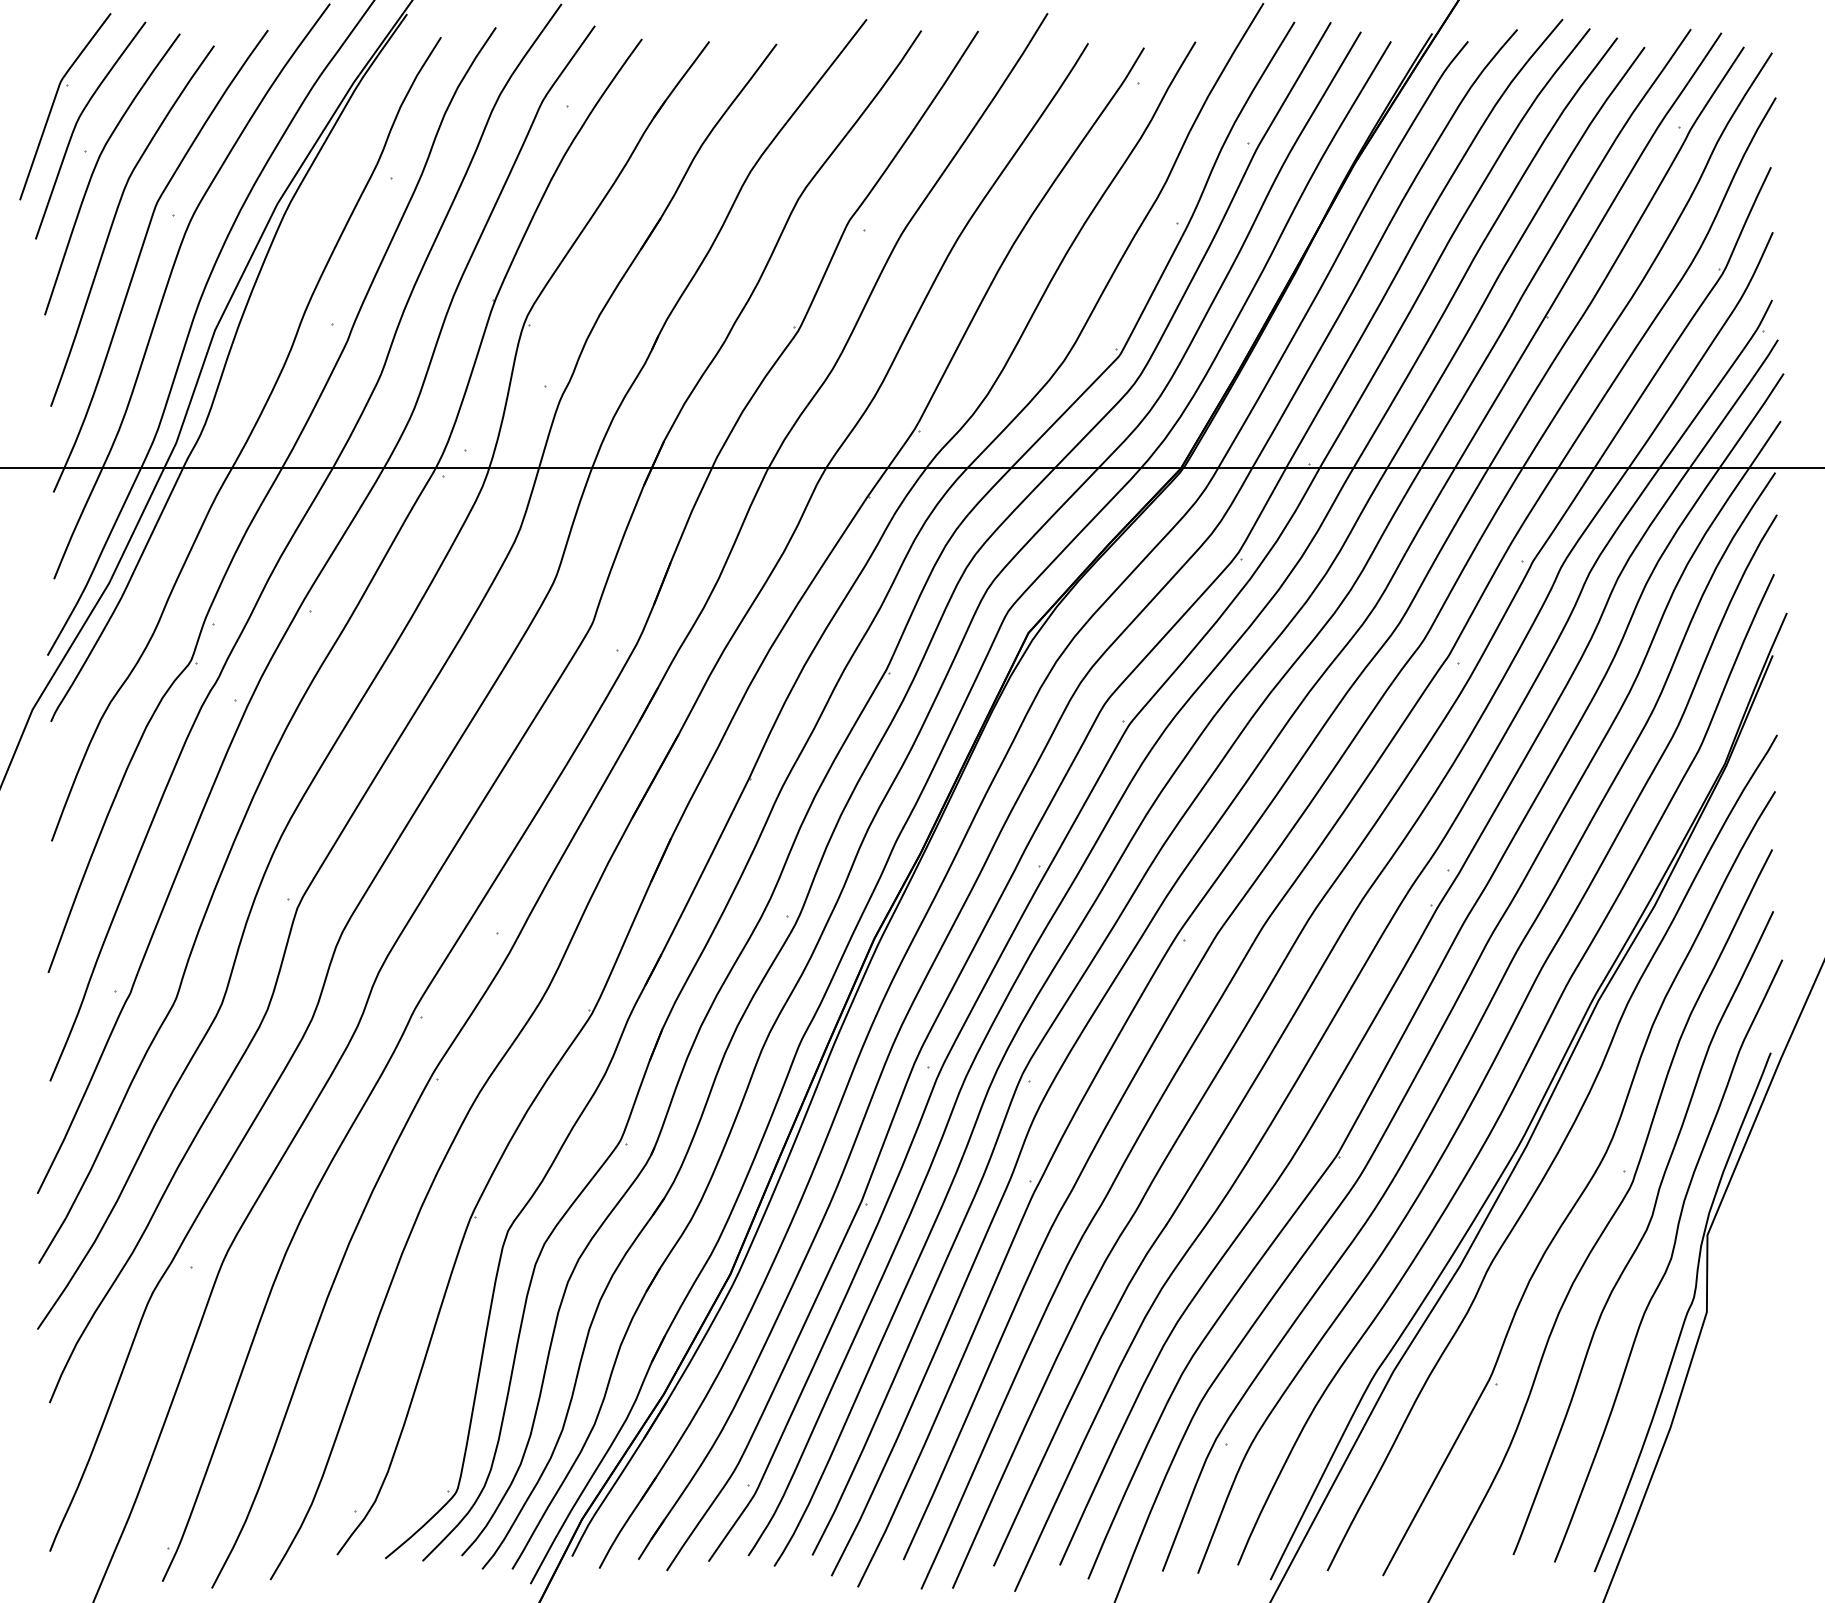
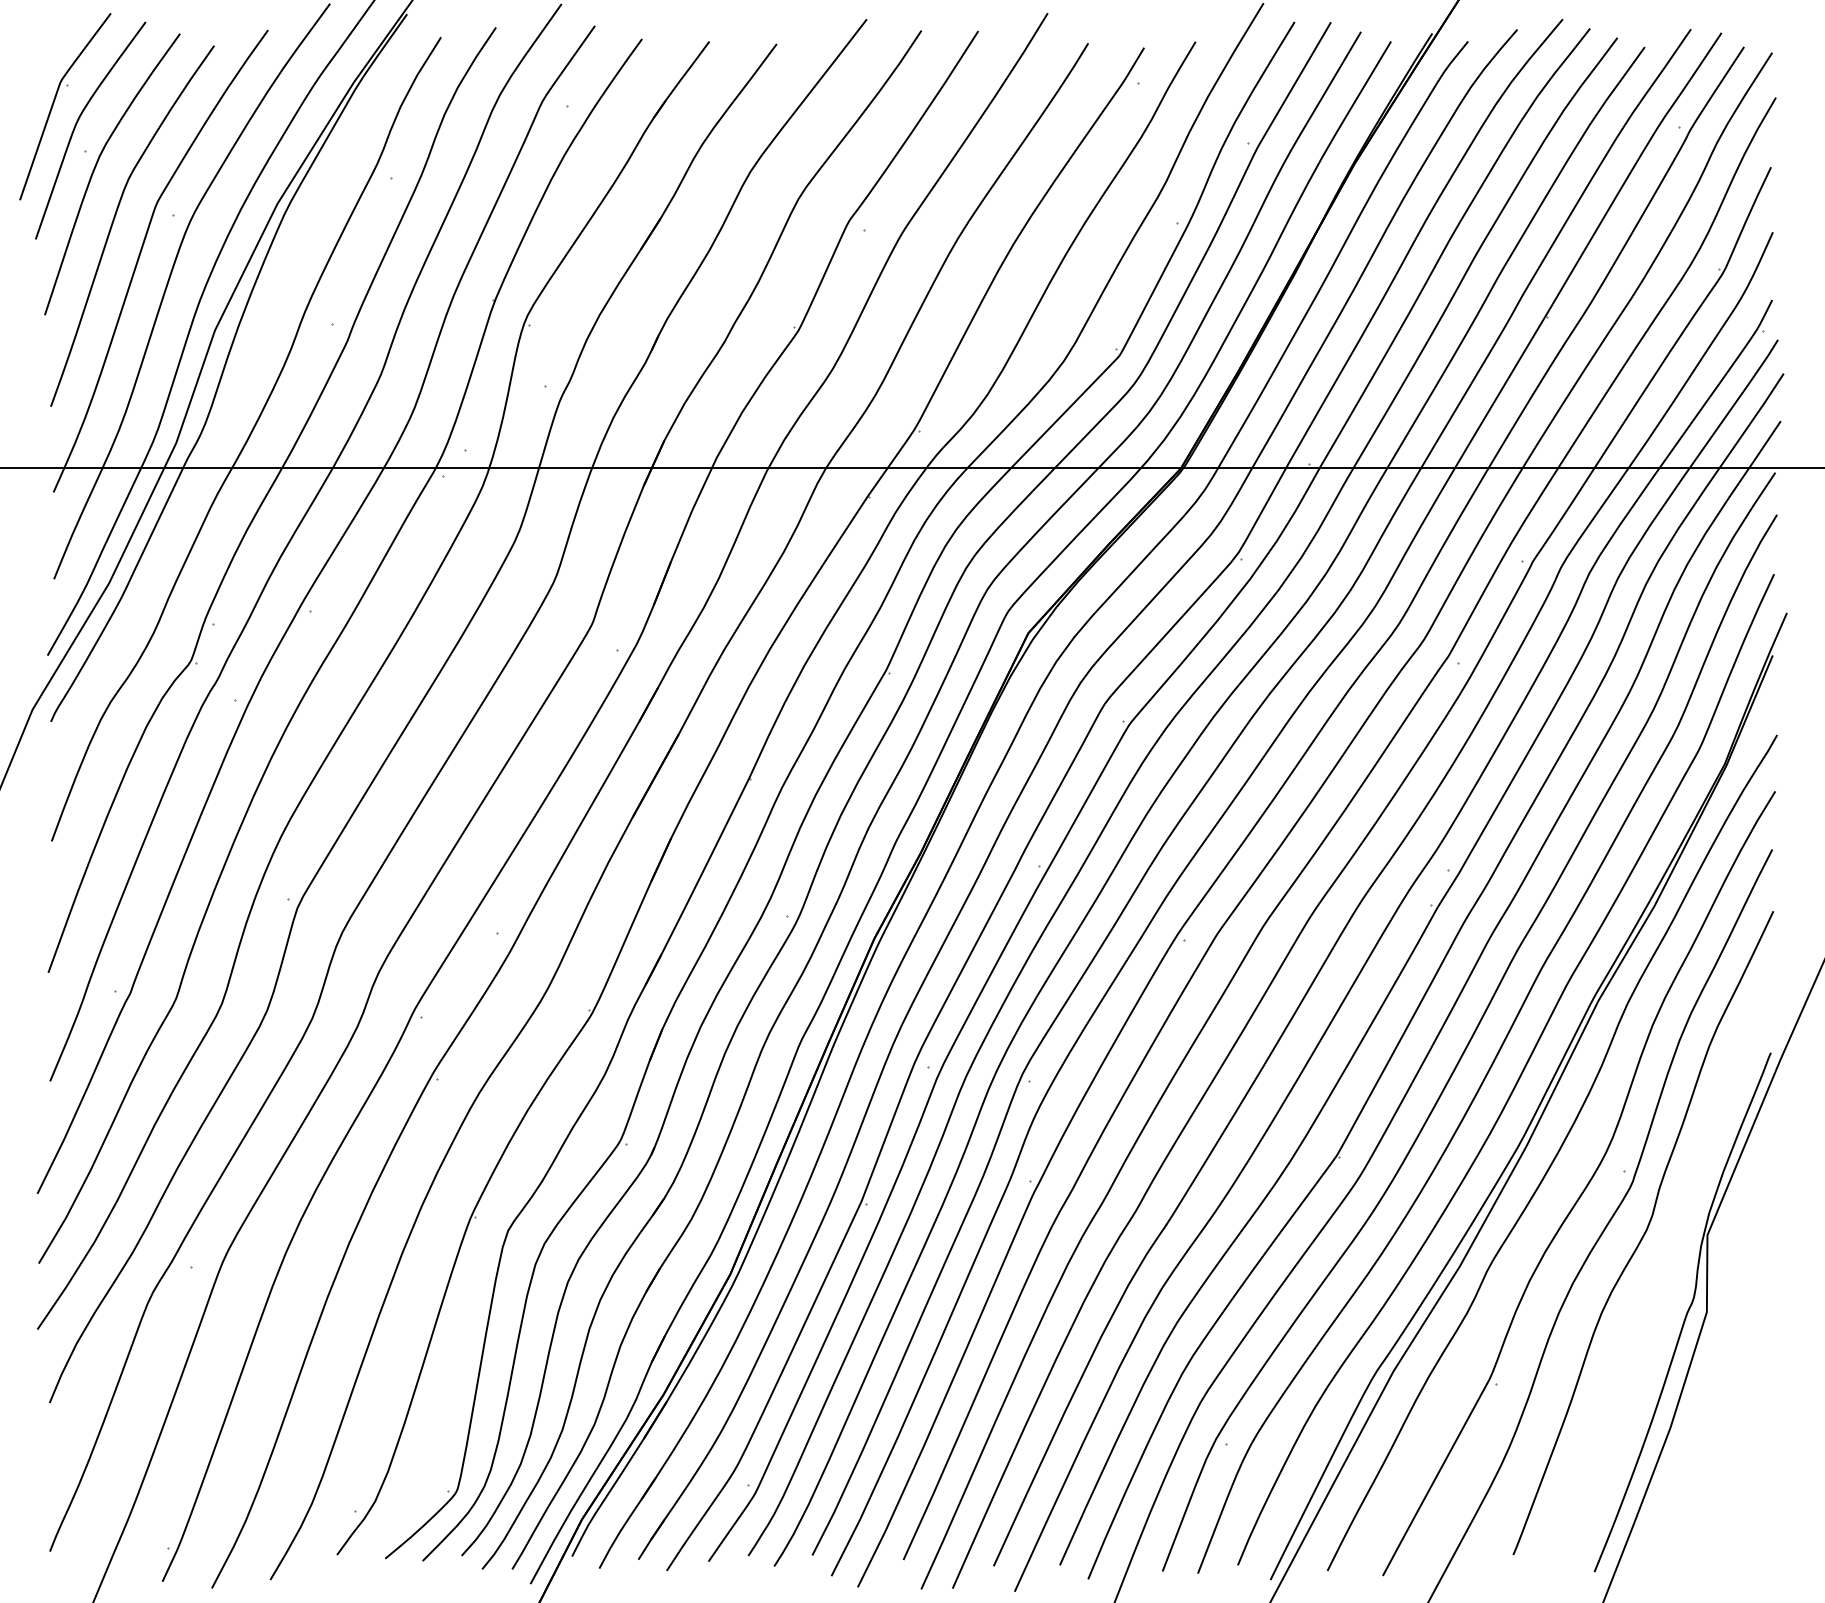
curve at (1669, 1260): present -> none
